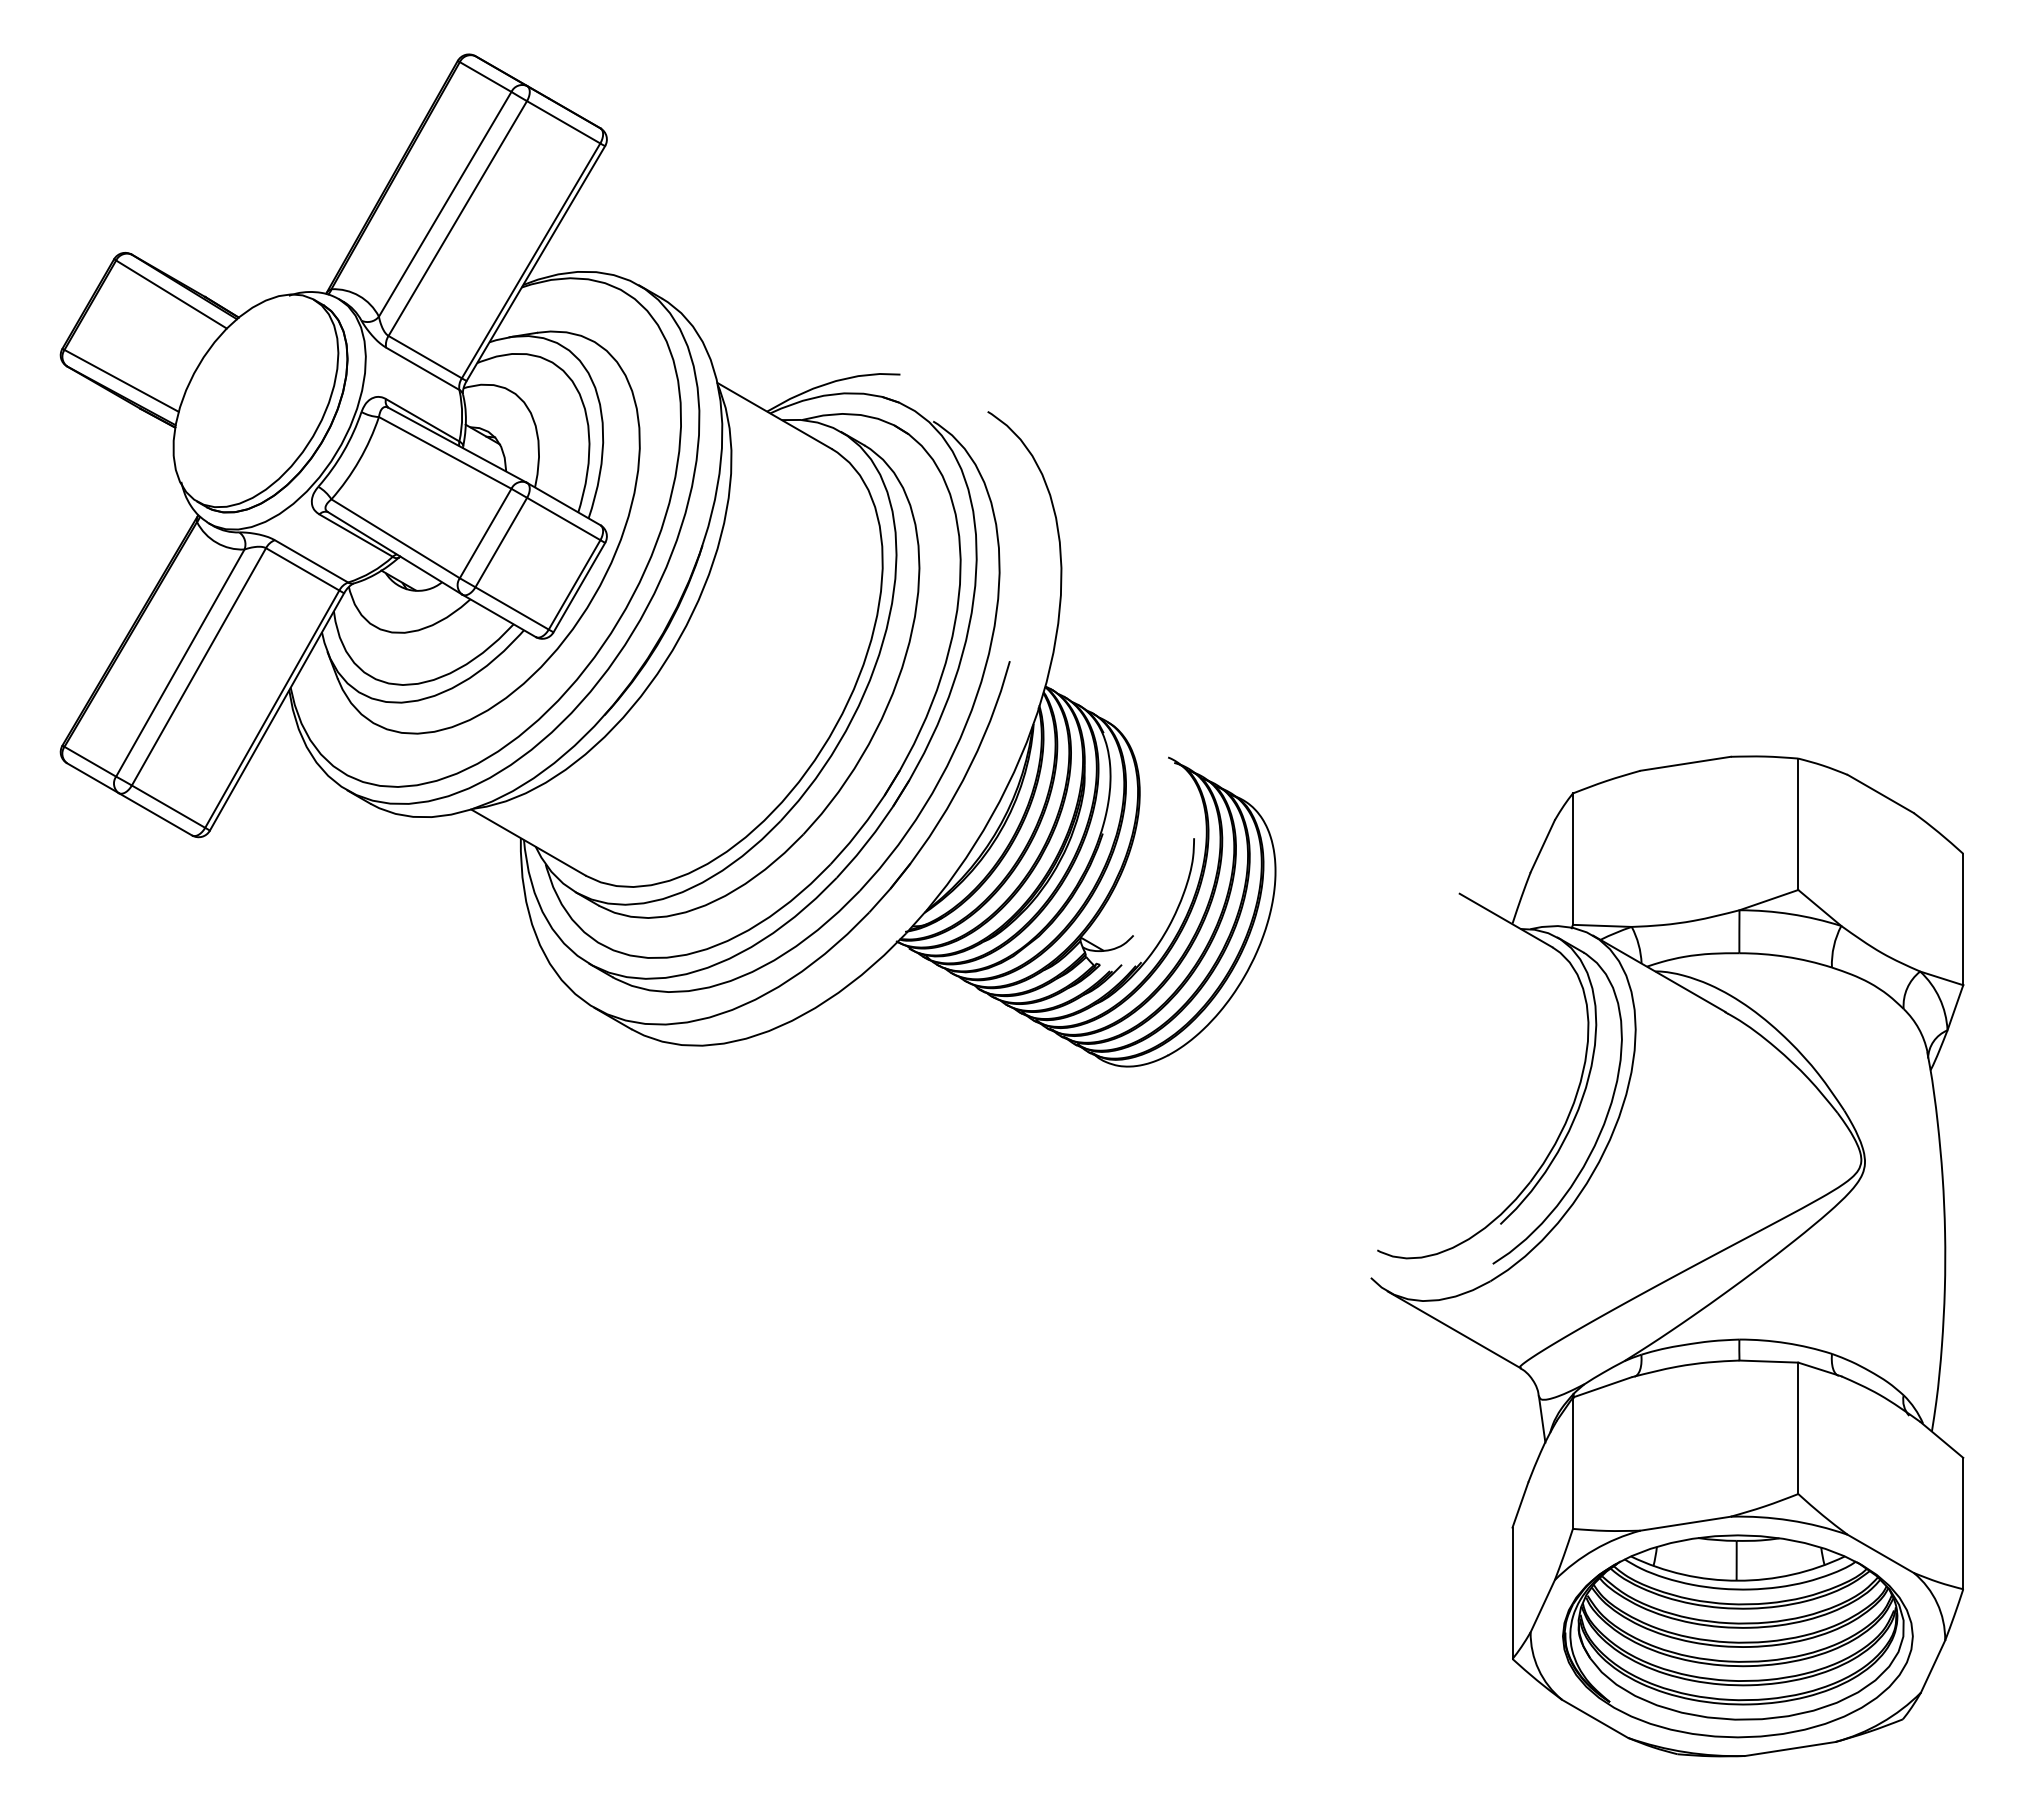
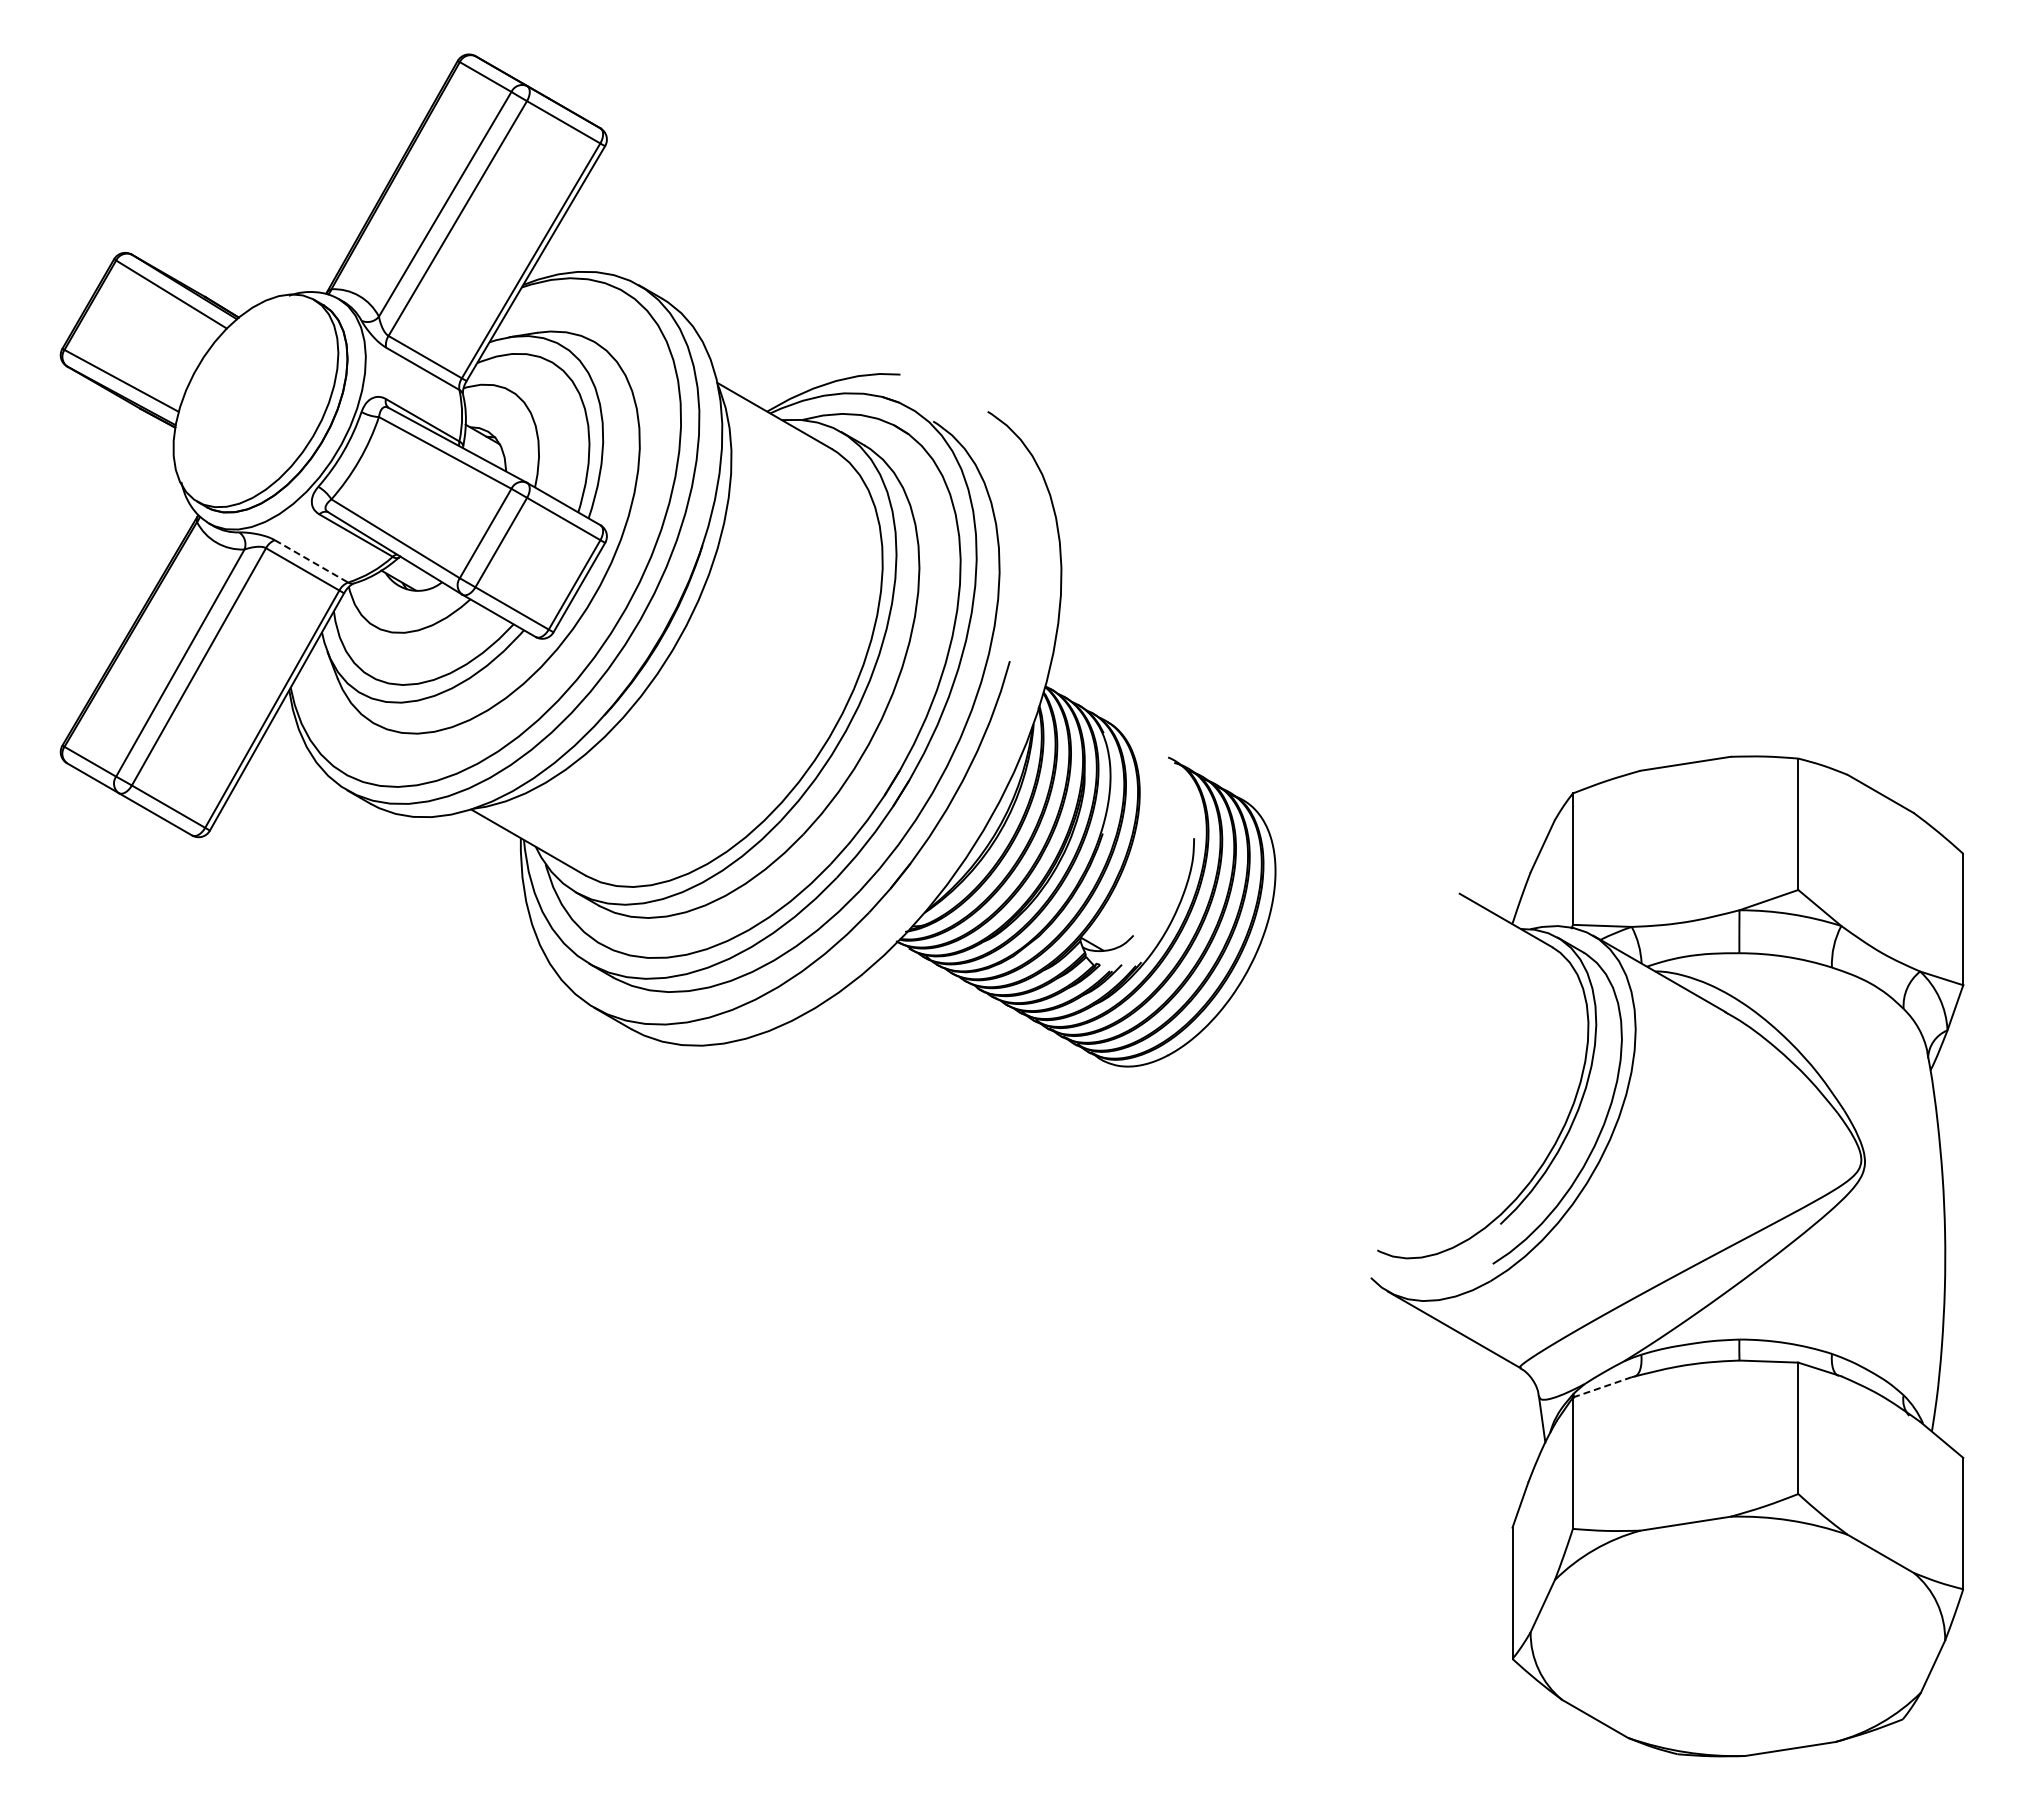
line at (311, 561): solid -> dashed
line at (1601, 1387): solid -> dashed
part at (1737, 1636): present -> none
